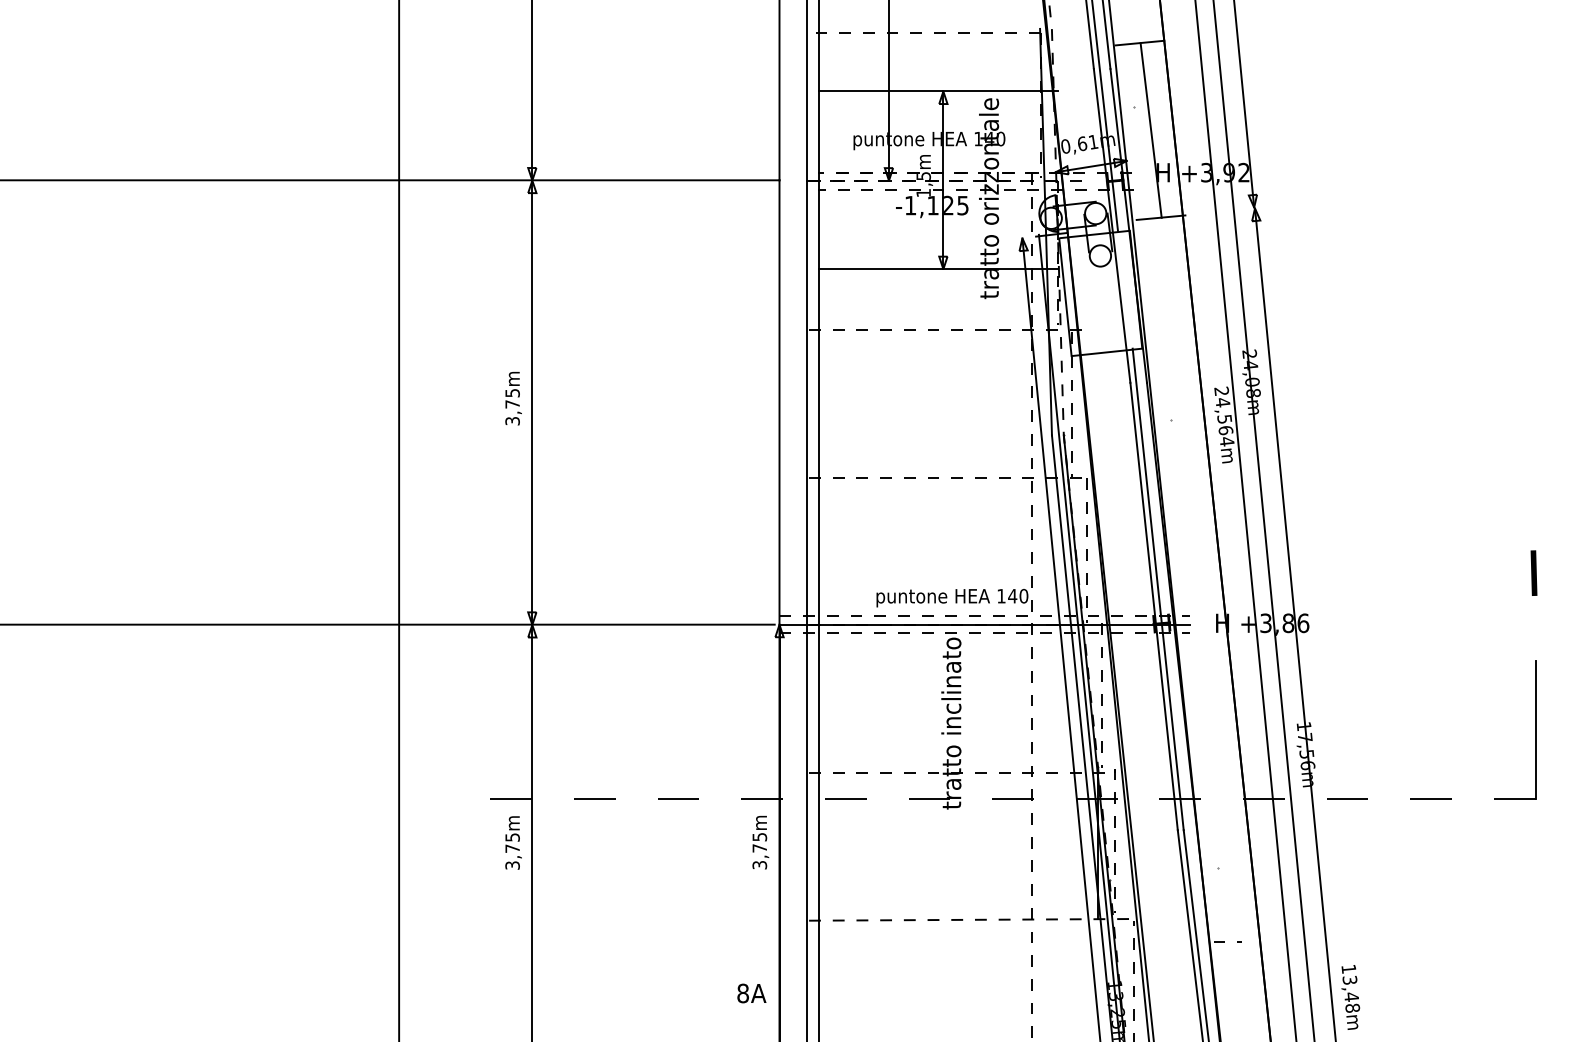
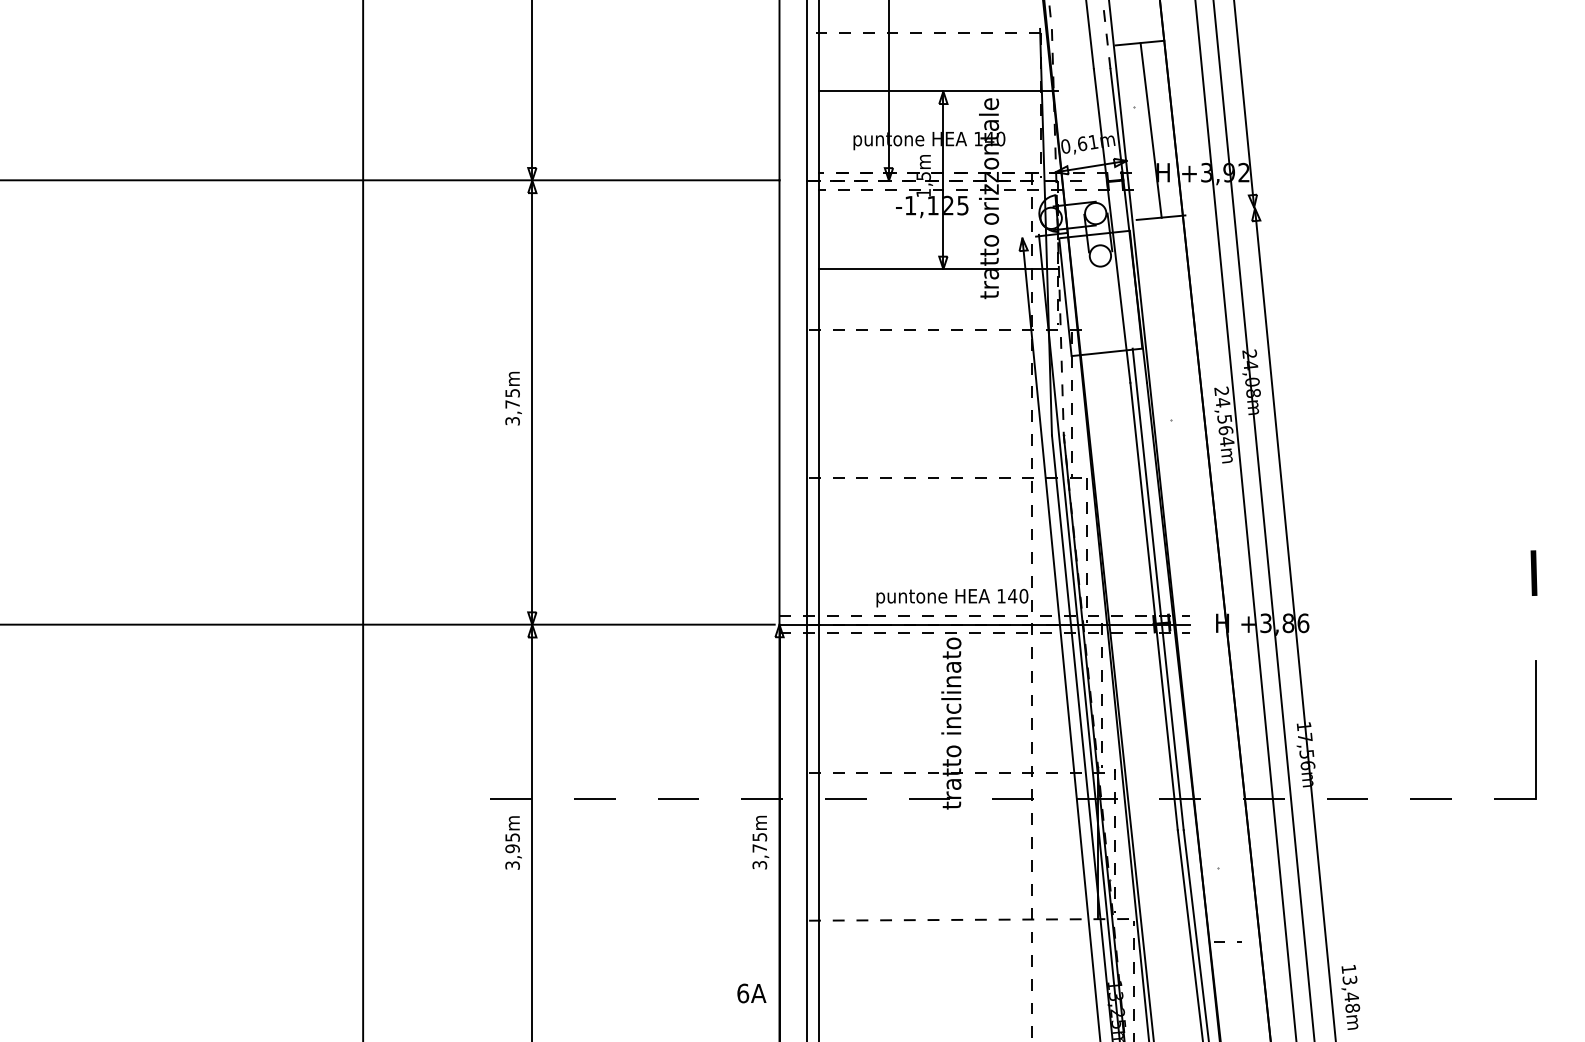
line at (1106, 34): solid -> dashed
line at (1104, 116): present -> none
line at (399, 520) position: (399, 520) -> (363, 520)
text at (512, 848): 3,75m -> 3,95m
text at (743, 993): 8A -> 6A
